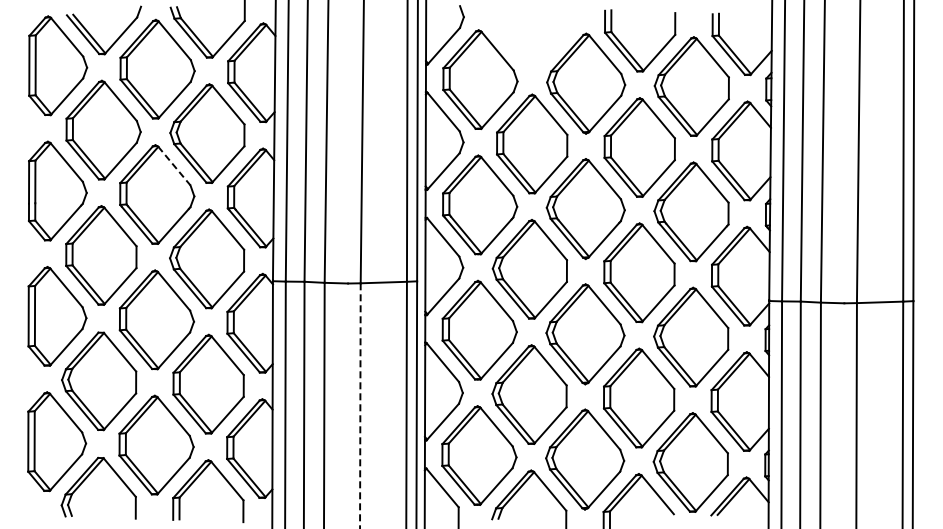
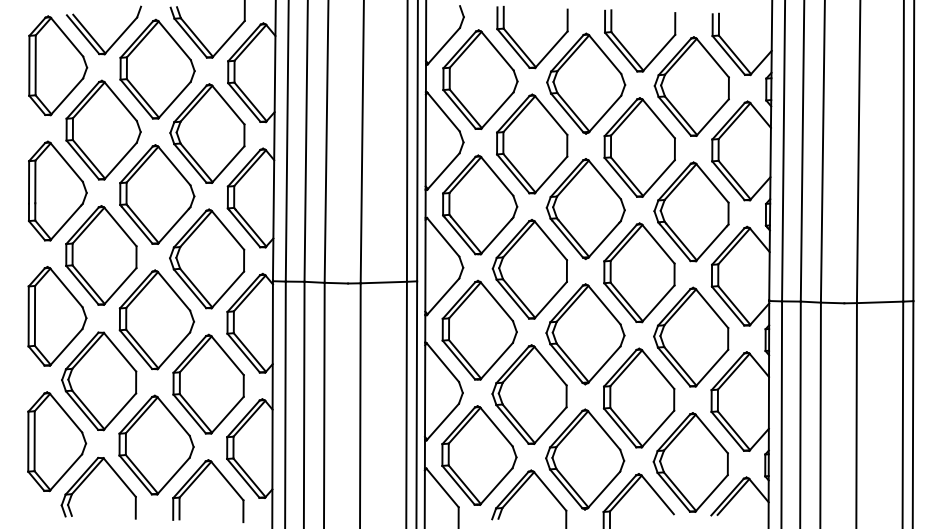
part at (521, 48): none -> present
line at (174, 166): dashed -> solid
line at (360, 406): dashed -> solid
